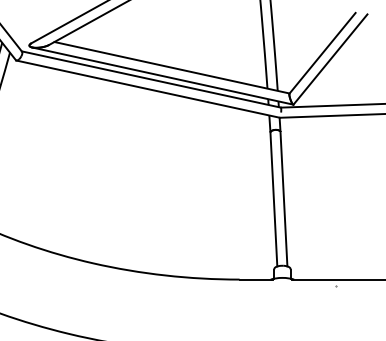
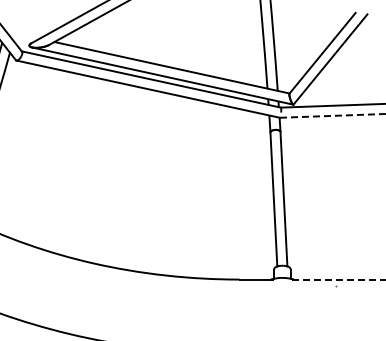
line at (332, 115): solid -> dashed
line at (338, 279): solid -> dashed
